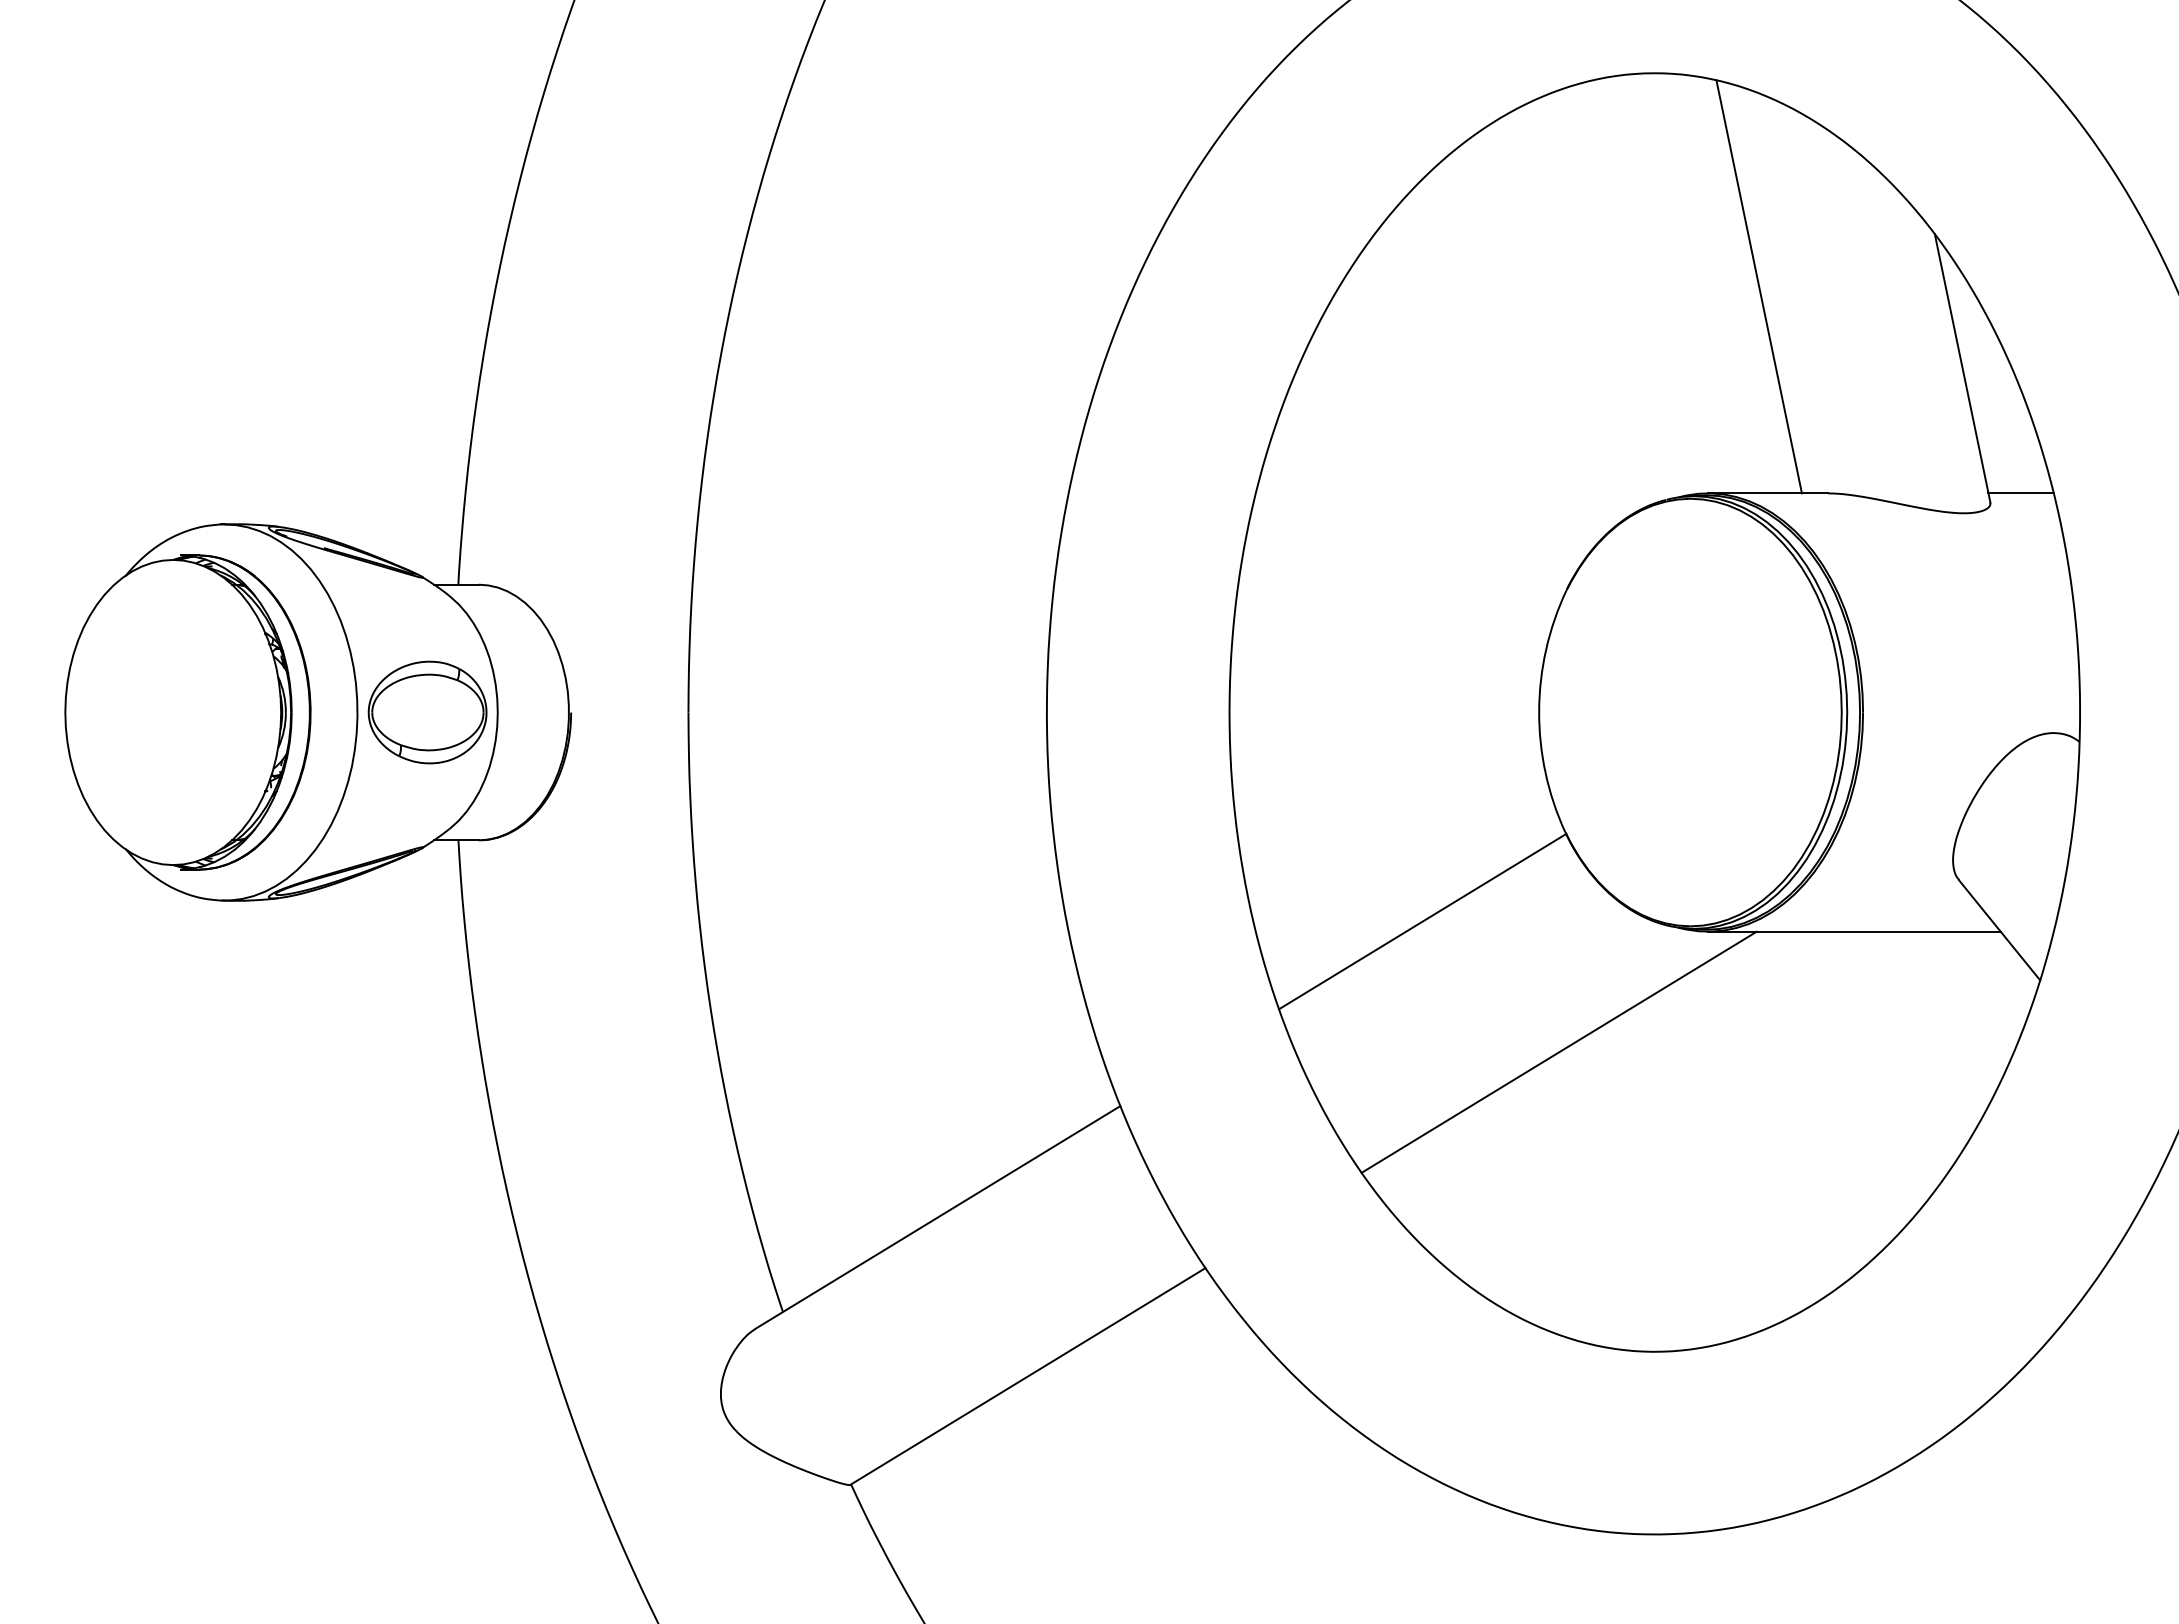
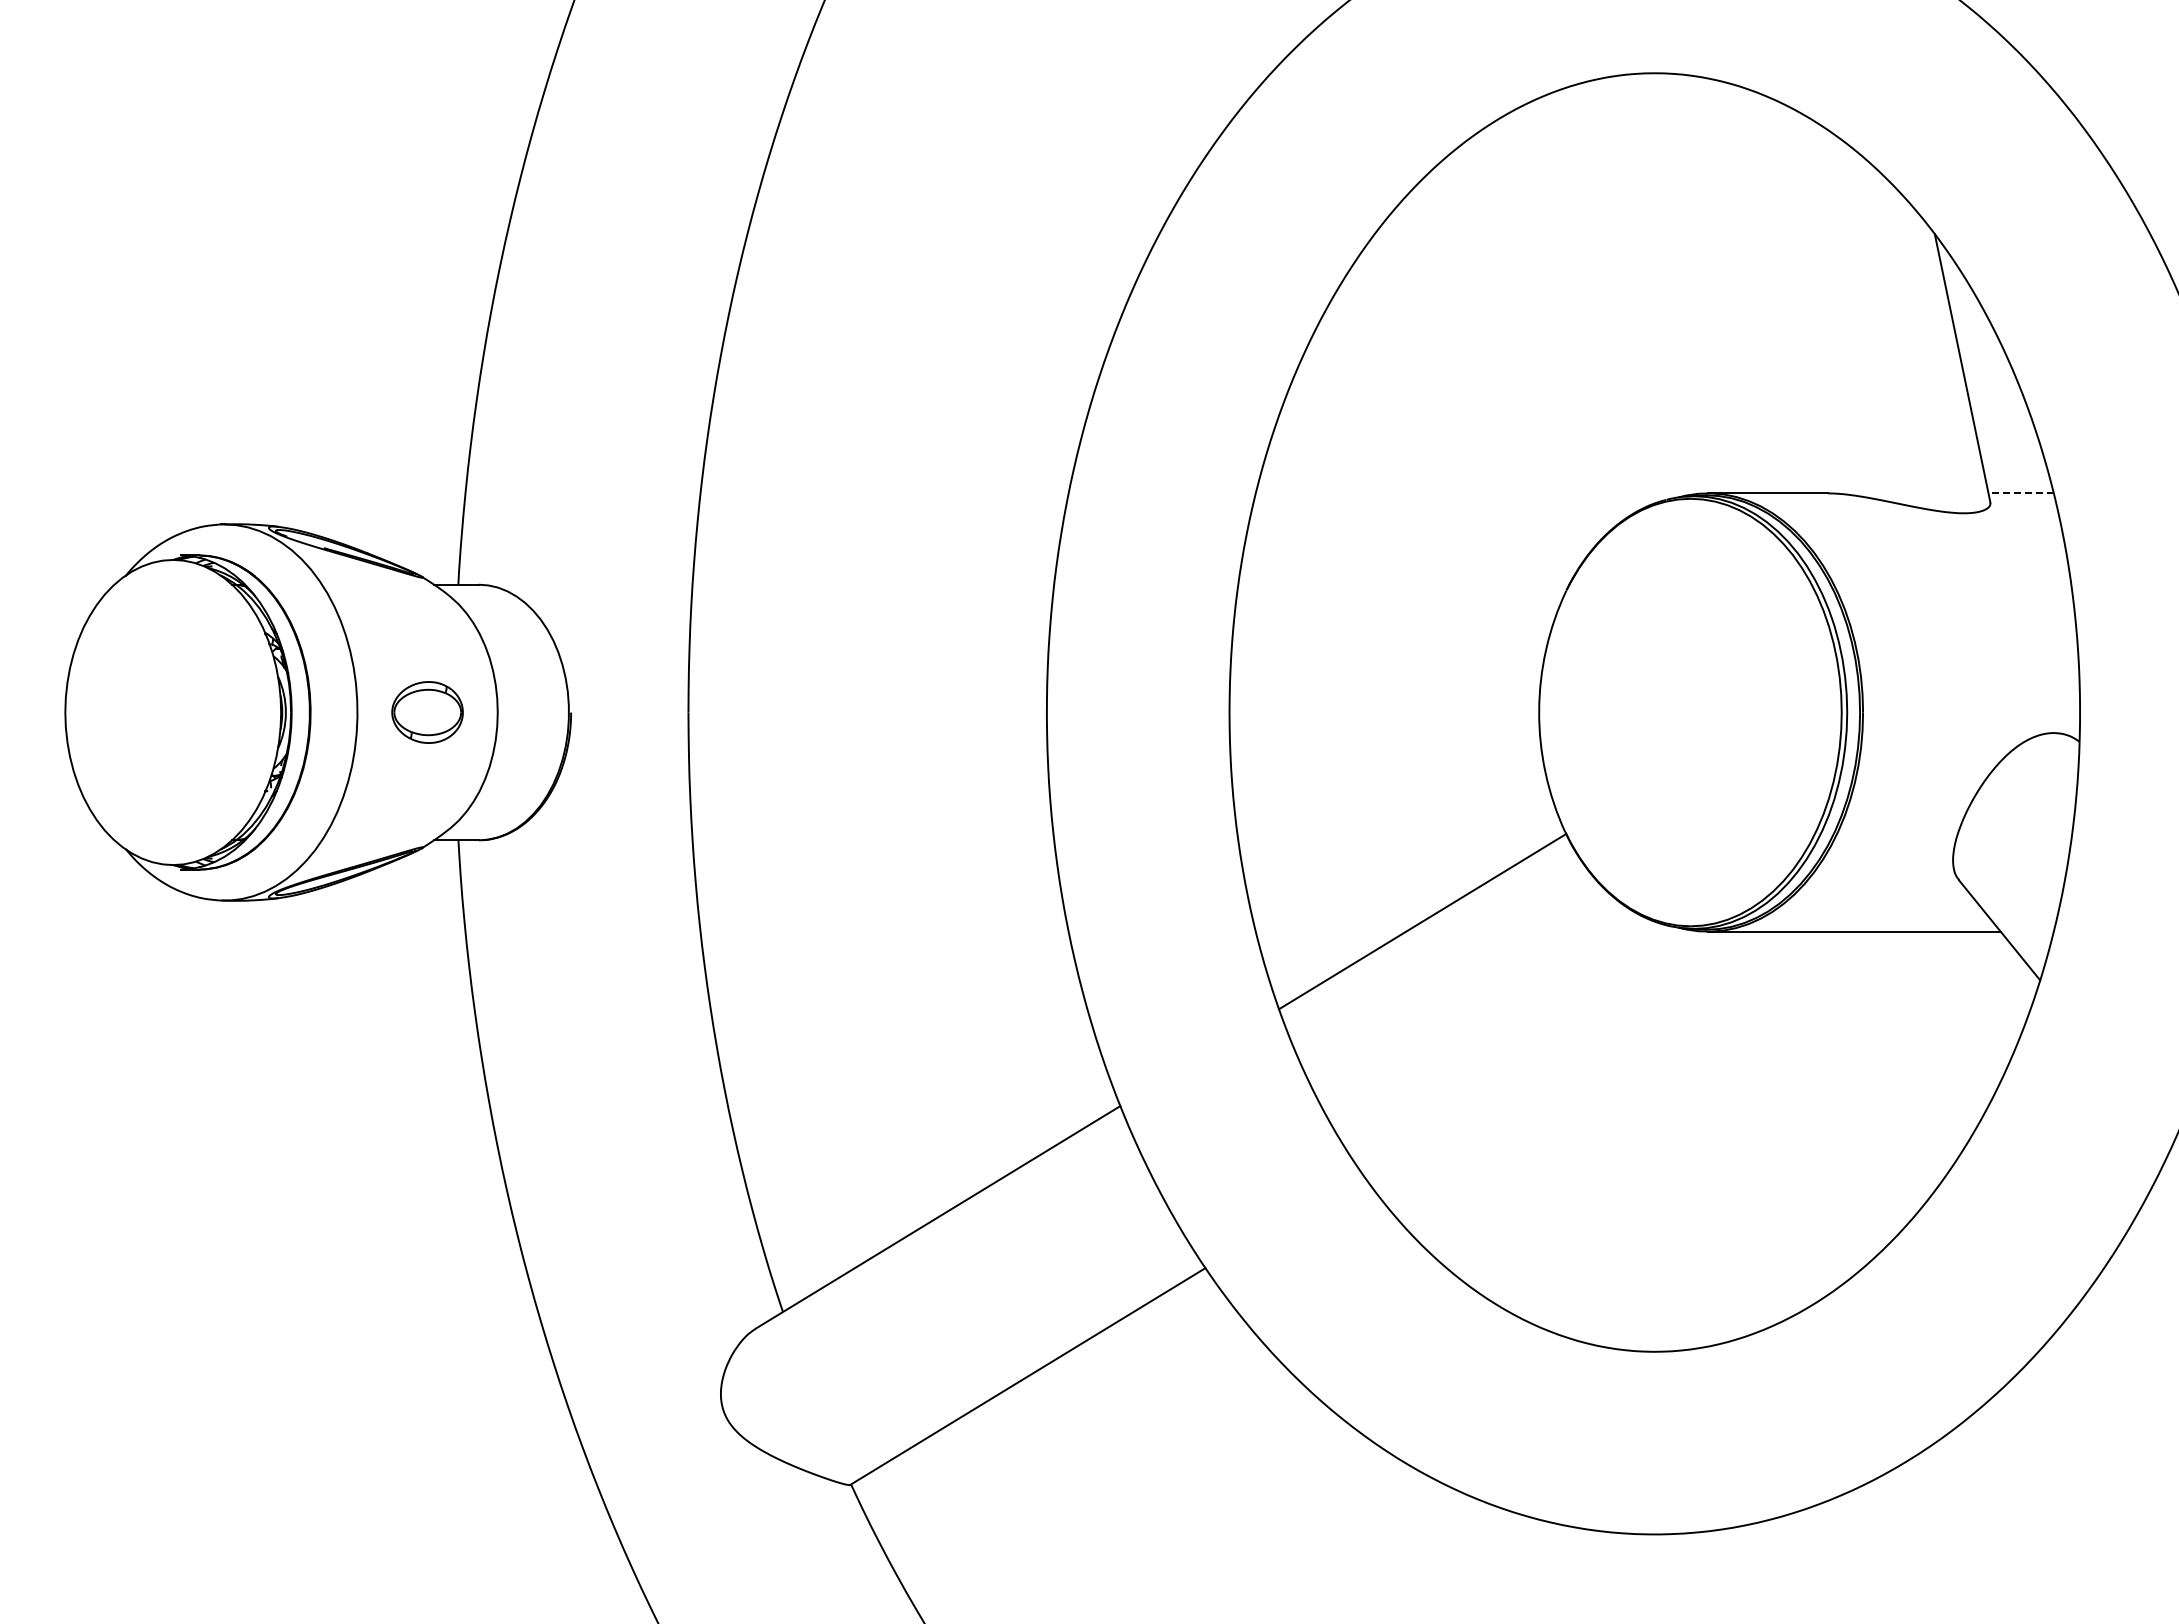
line at (1758, 286): present -> none
line at (2021, 493): solid -> dashed
part at (427, 712) size: 121x105 px -> 73x63 px
line at (1558, 1051): present -> none
